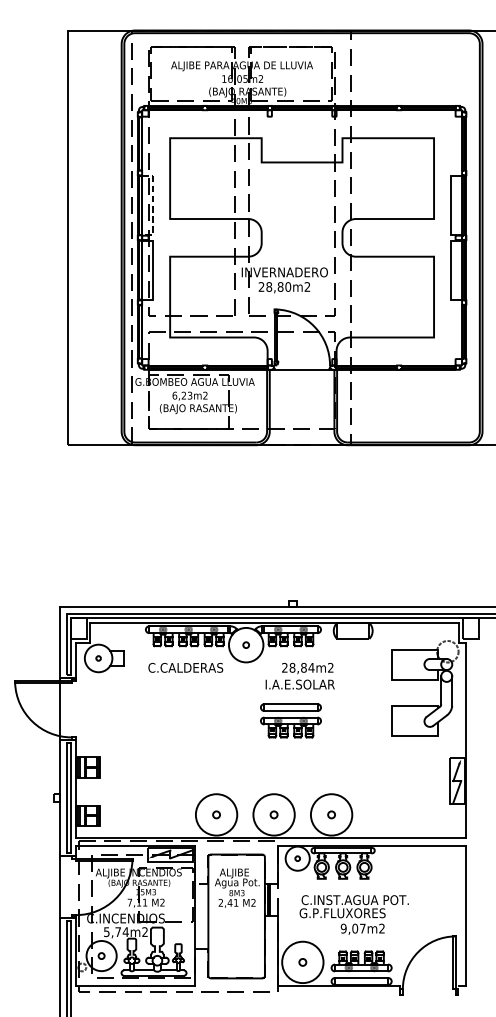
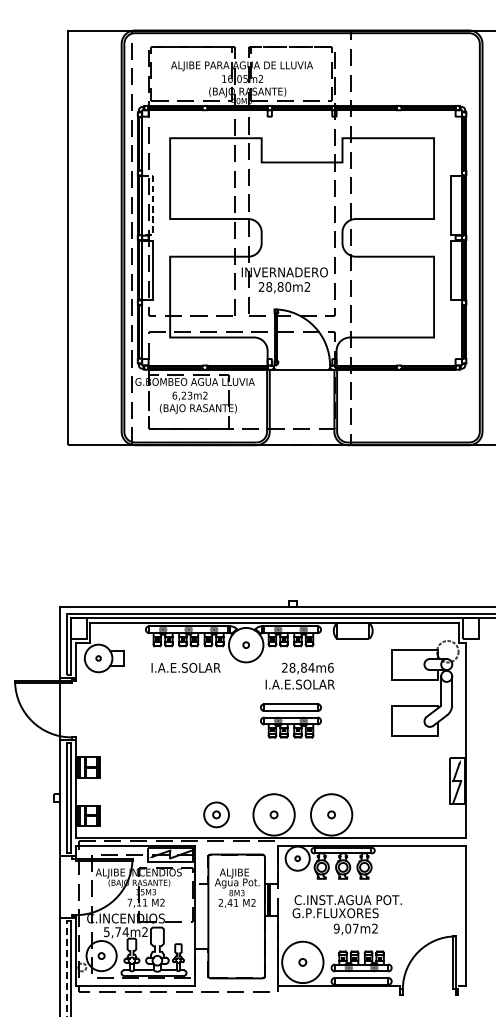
text at (185, 667): C.CALDERAS -> I.A.E.SOLAR
text at (330, 667): 28,84m2 -> 28,84m6
circle at (216, 814) diameter: 41 px -> 25 px
text at (353, 914) position: (353, 914) -> (346, 914)
line at (66, 968): solid -> dashed
